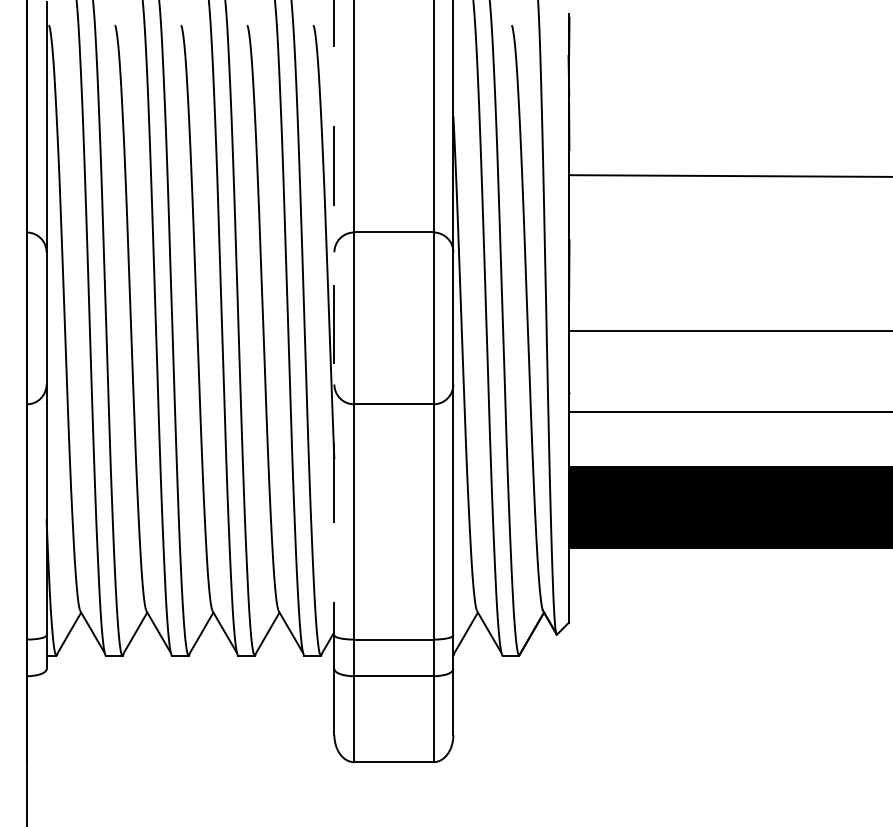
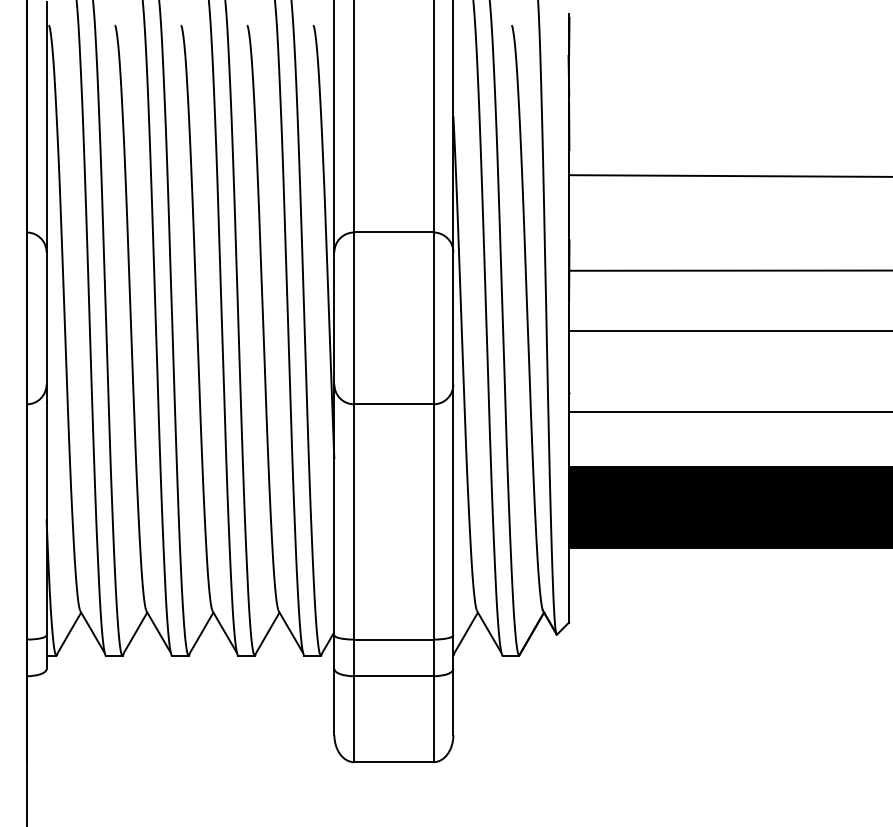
line at (729, 270): none -> present
line at (334, 335): dashed -> solid
